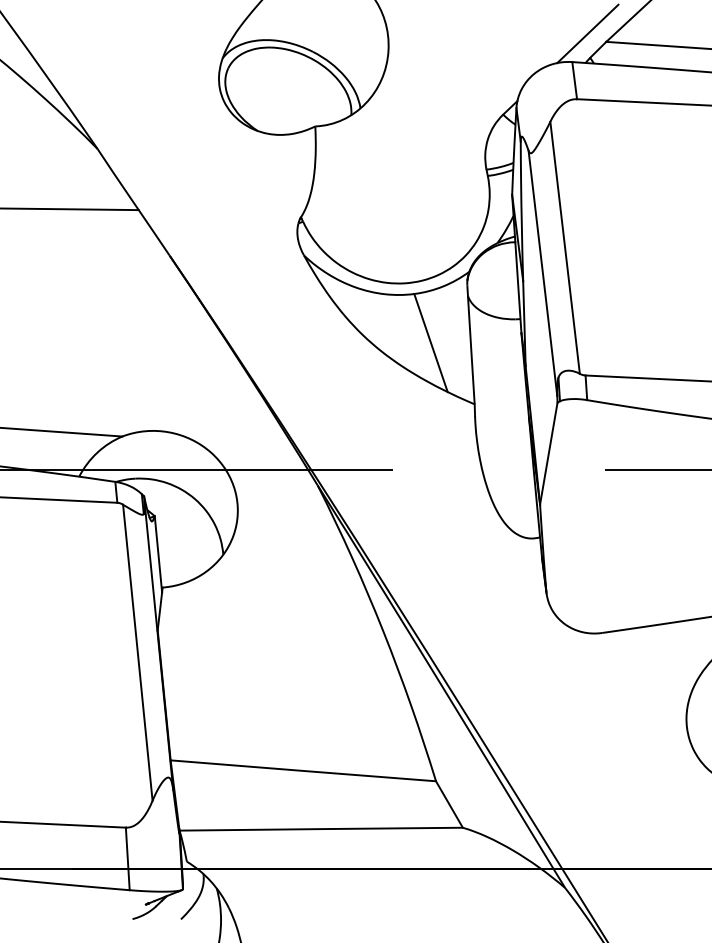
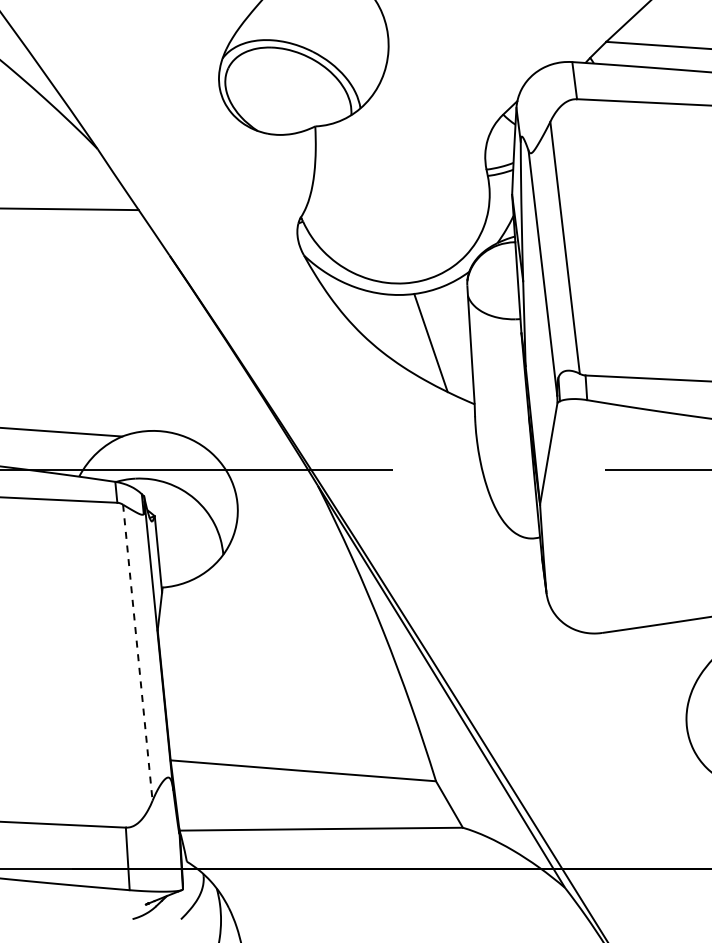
line at (587, 33): present -> none
line at (137, 652): solid -> dashed
